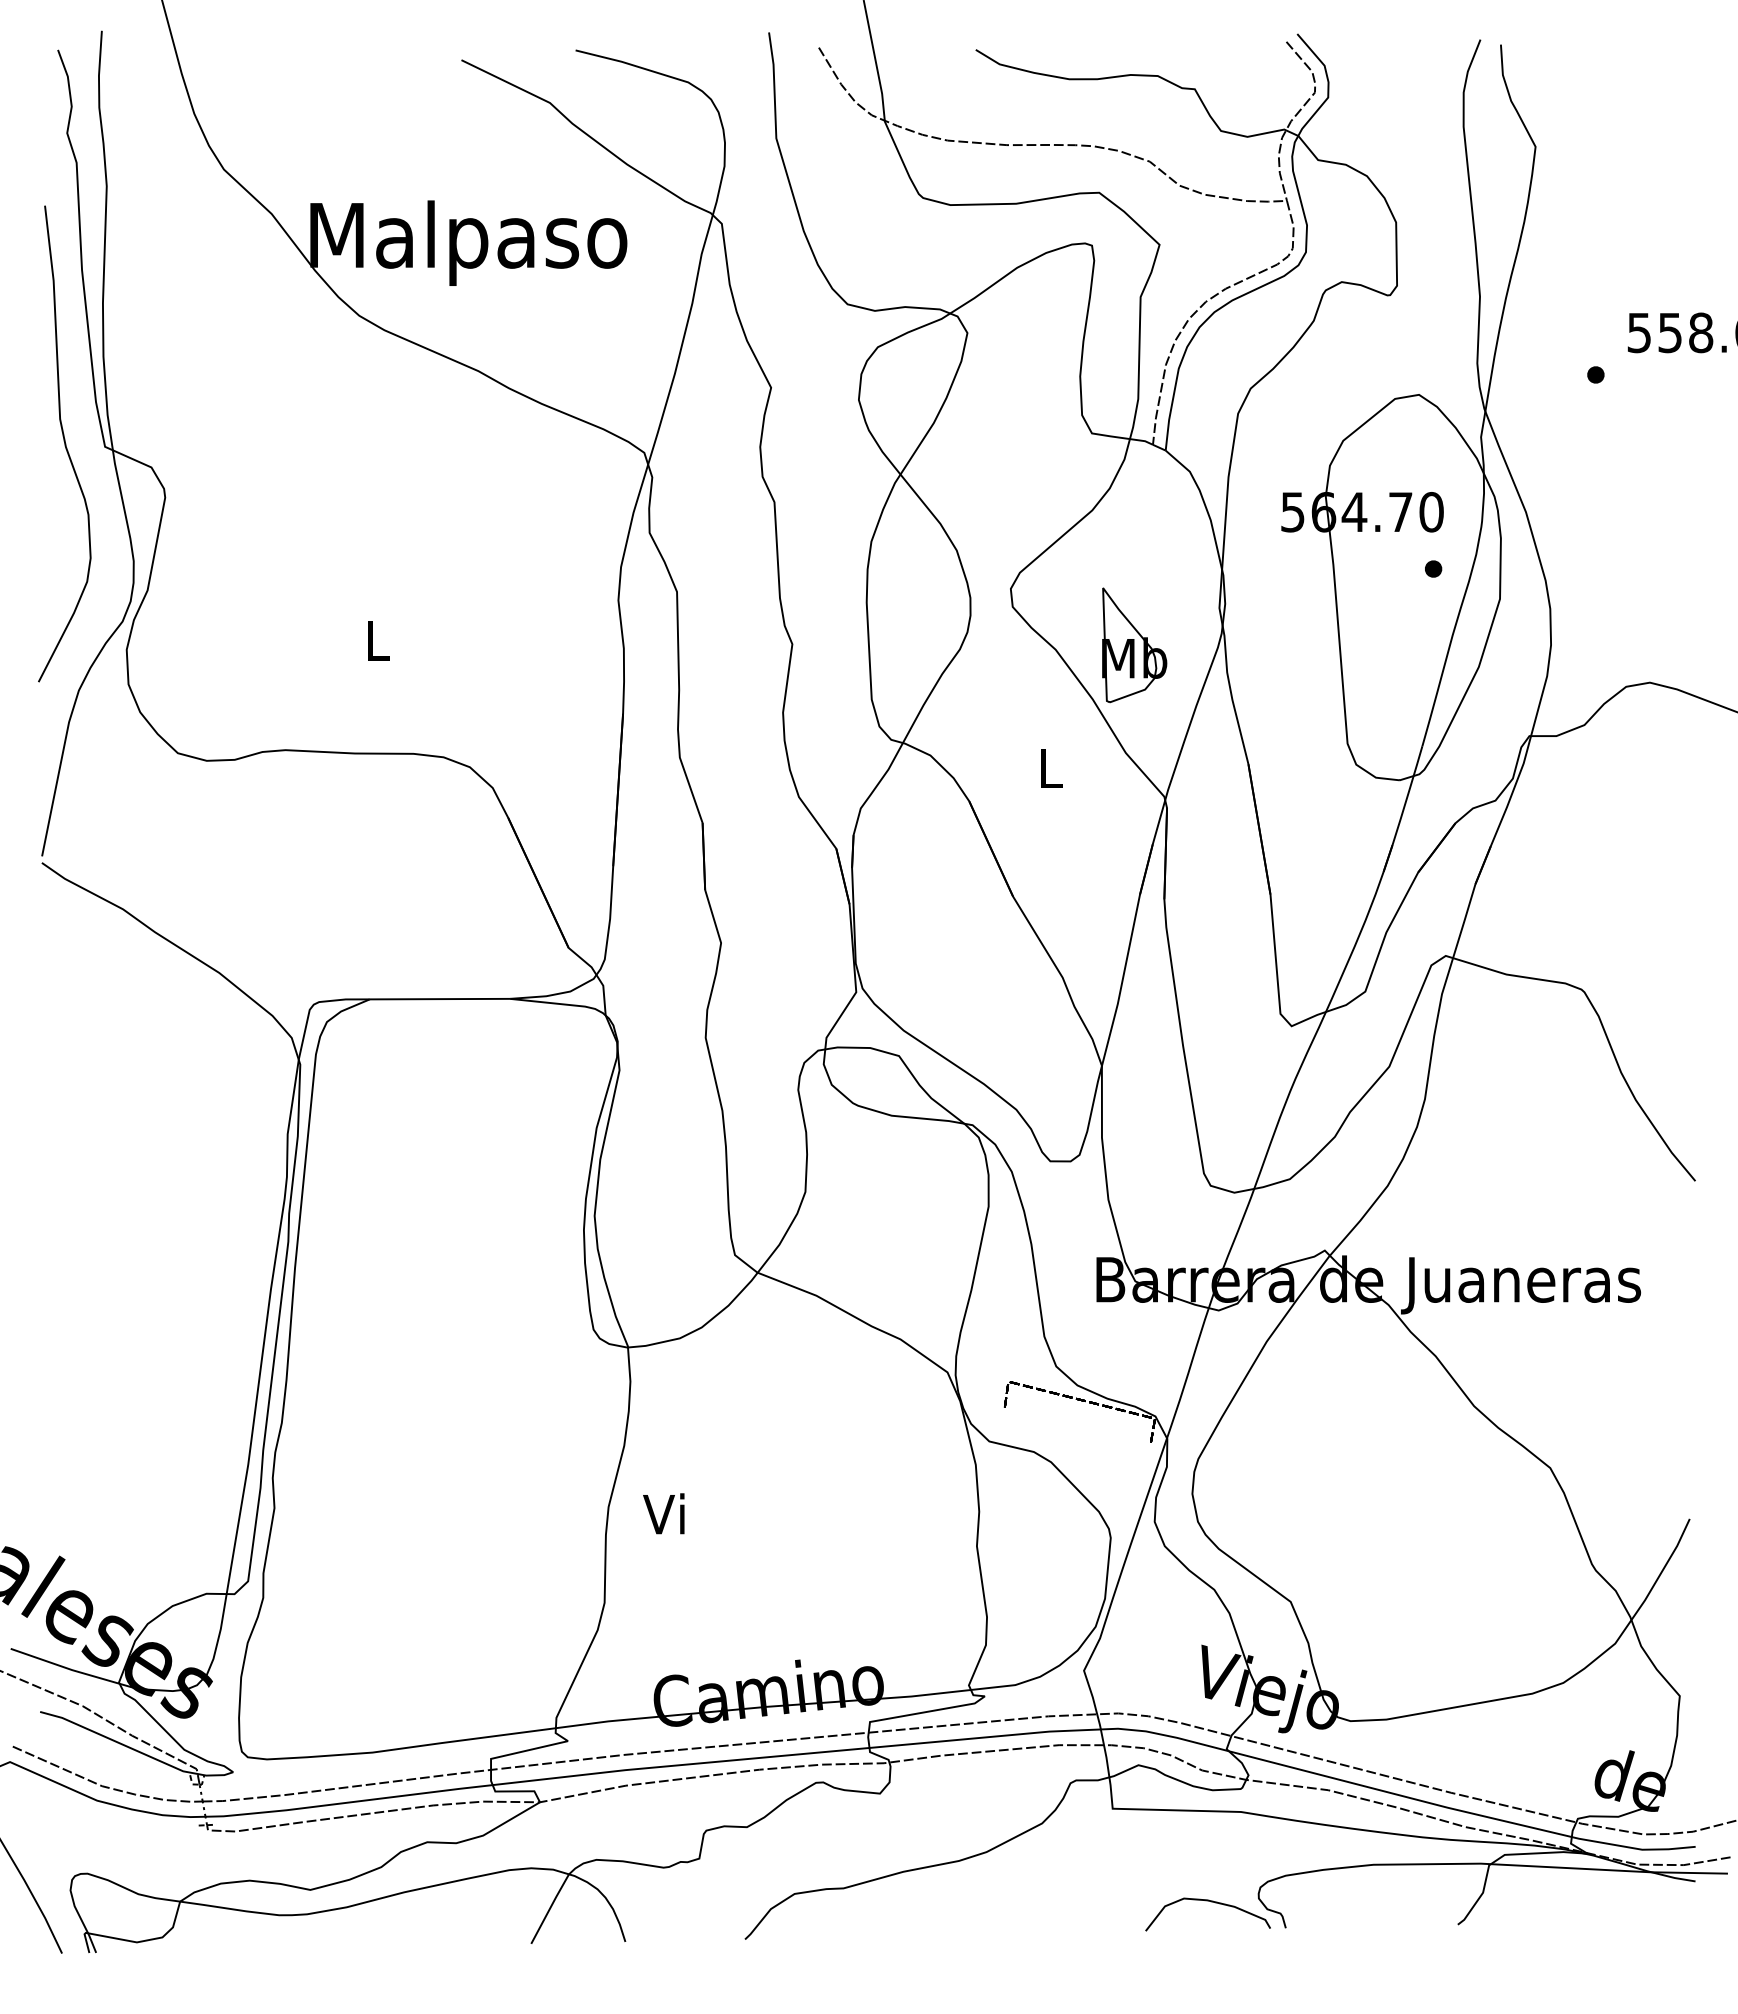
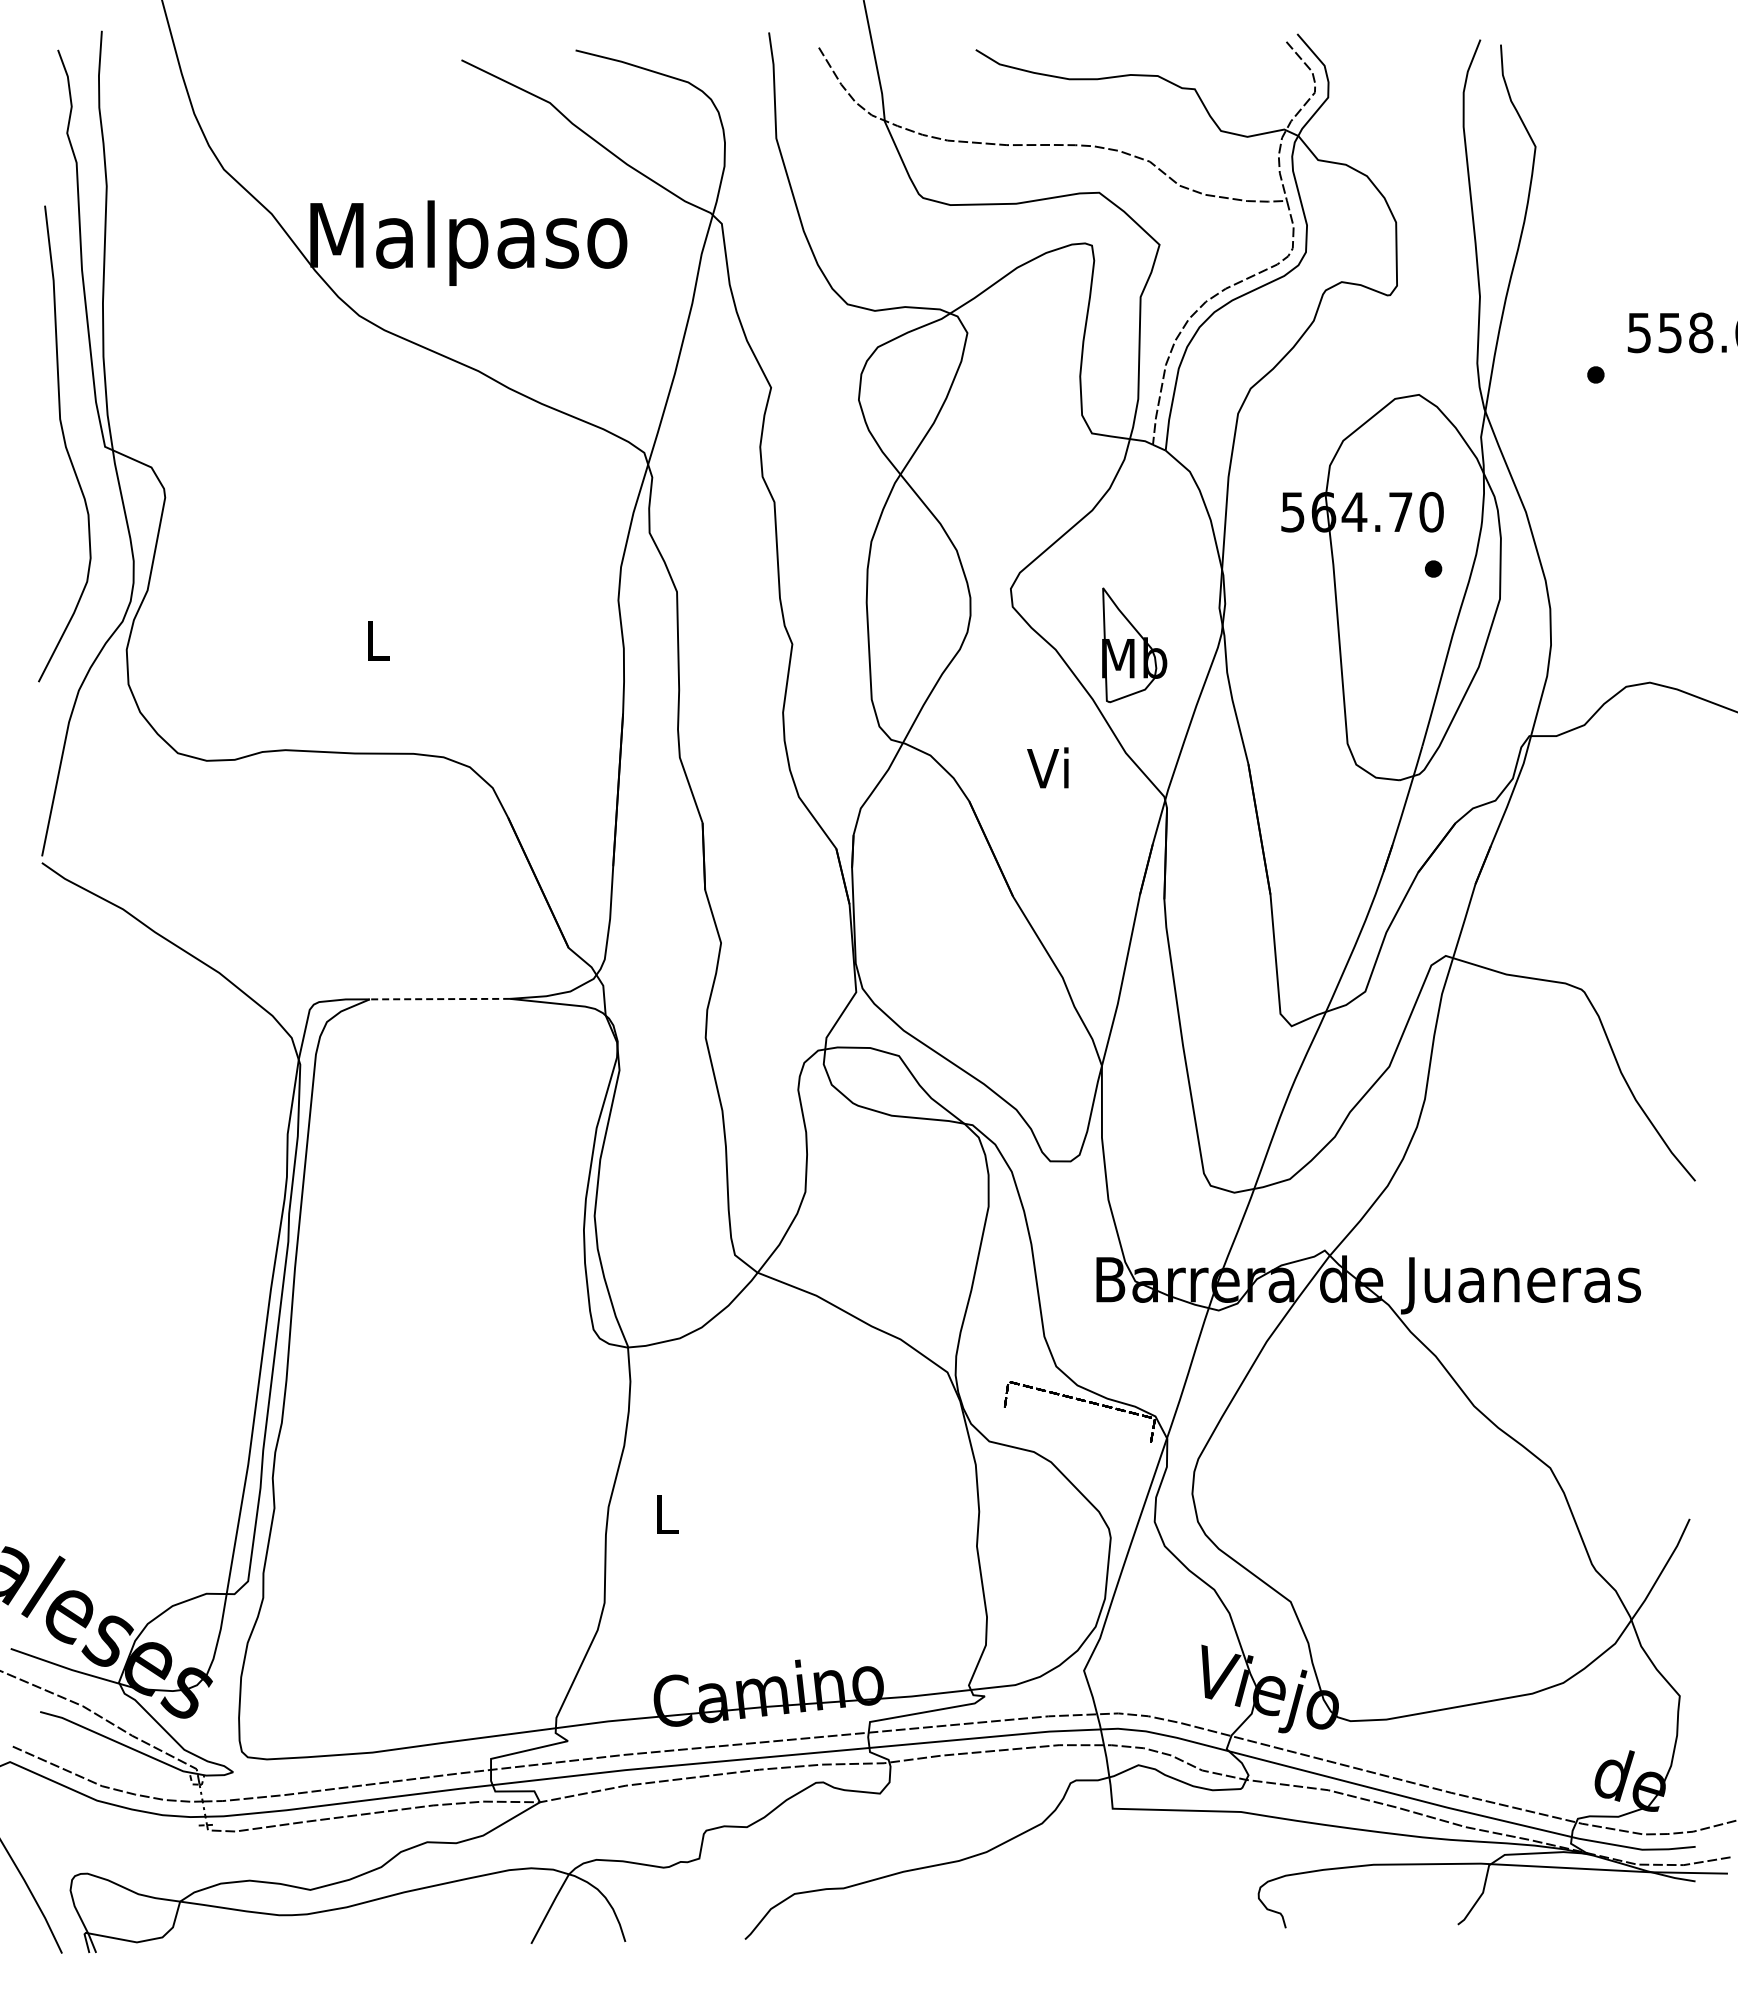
text at (1047, 767): L -> Vi
line at (439, 999): solid -> dashed
text at (663, 1513): Vi -> L
curve at (1211, 1902): present -> none
